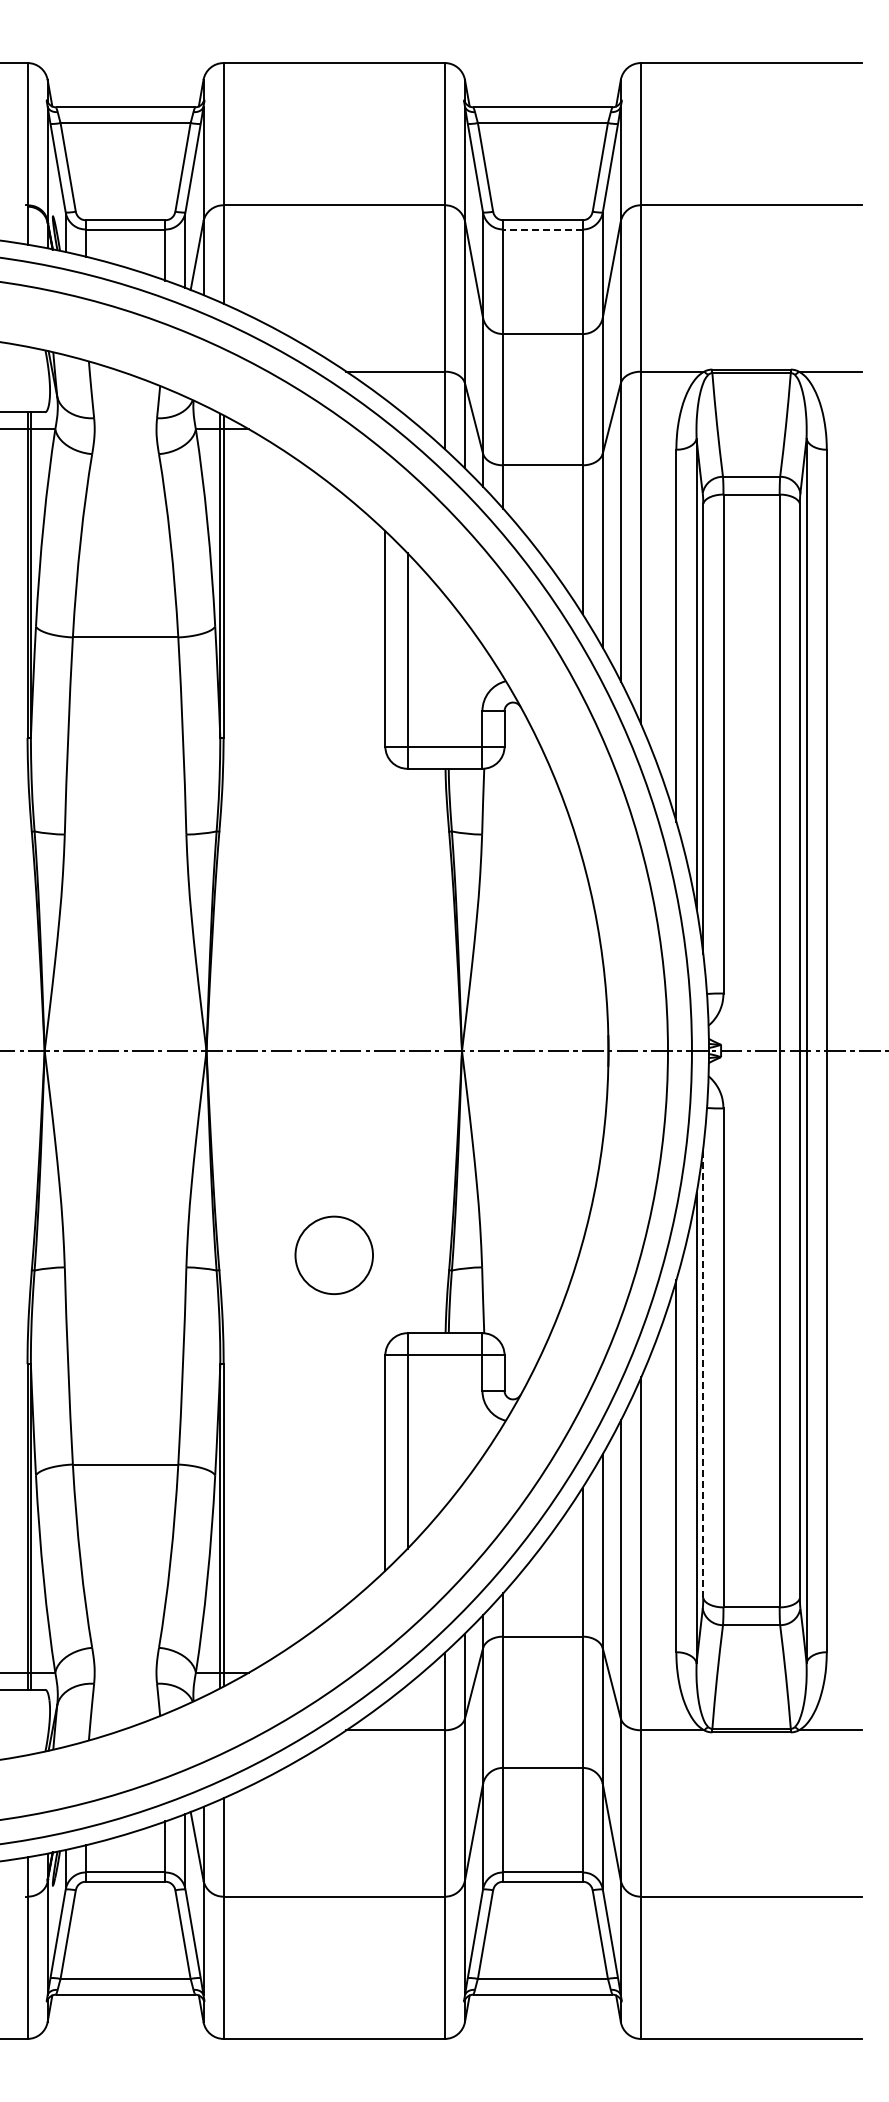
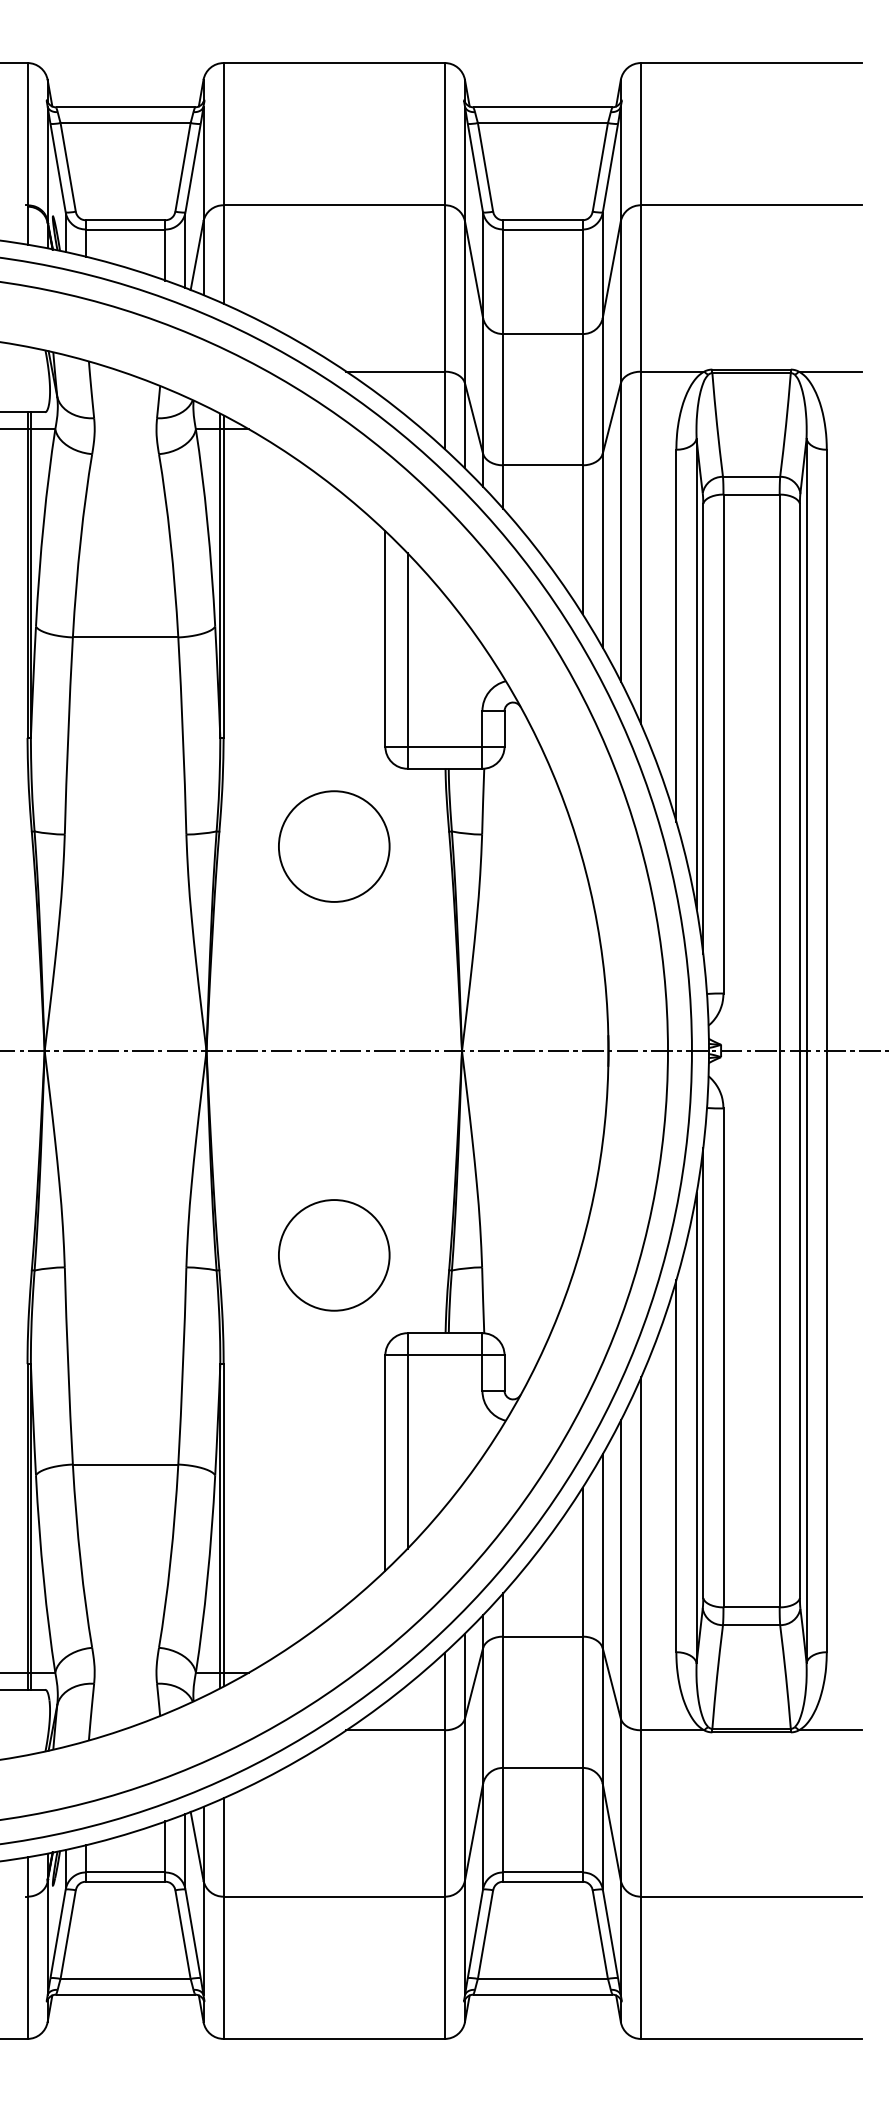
line at (542, 229): dashed -> solid
circle at (334, 846): none -> present
circle at (334, 1255) diameter: 78 px -> 111 px
line at (703, 1372): dashed -> solid
